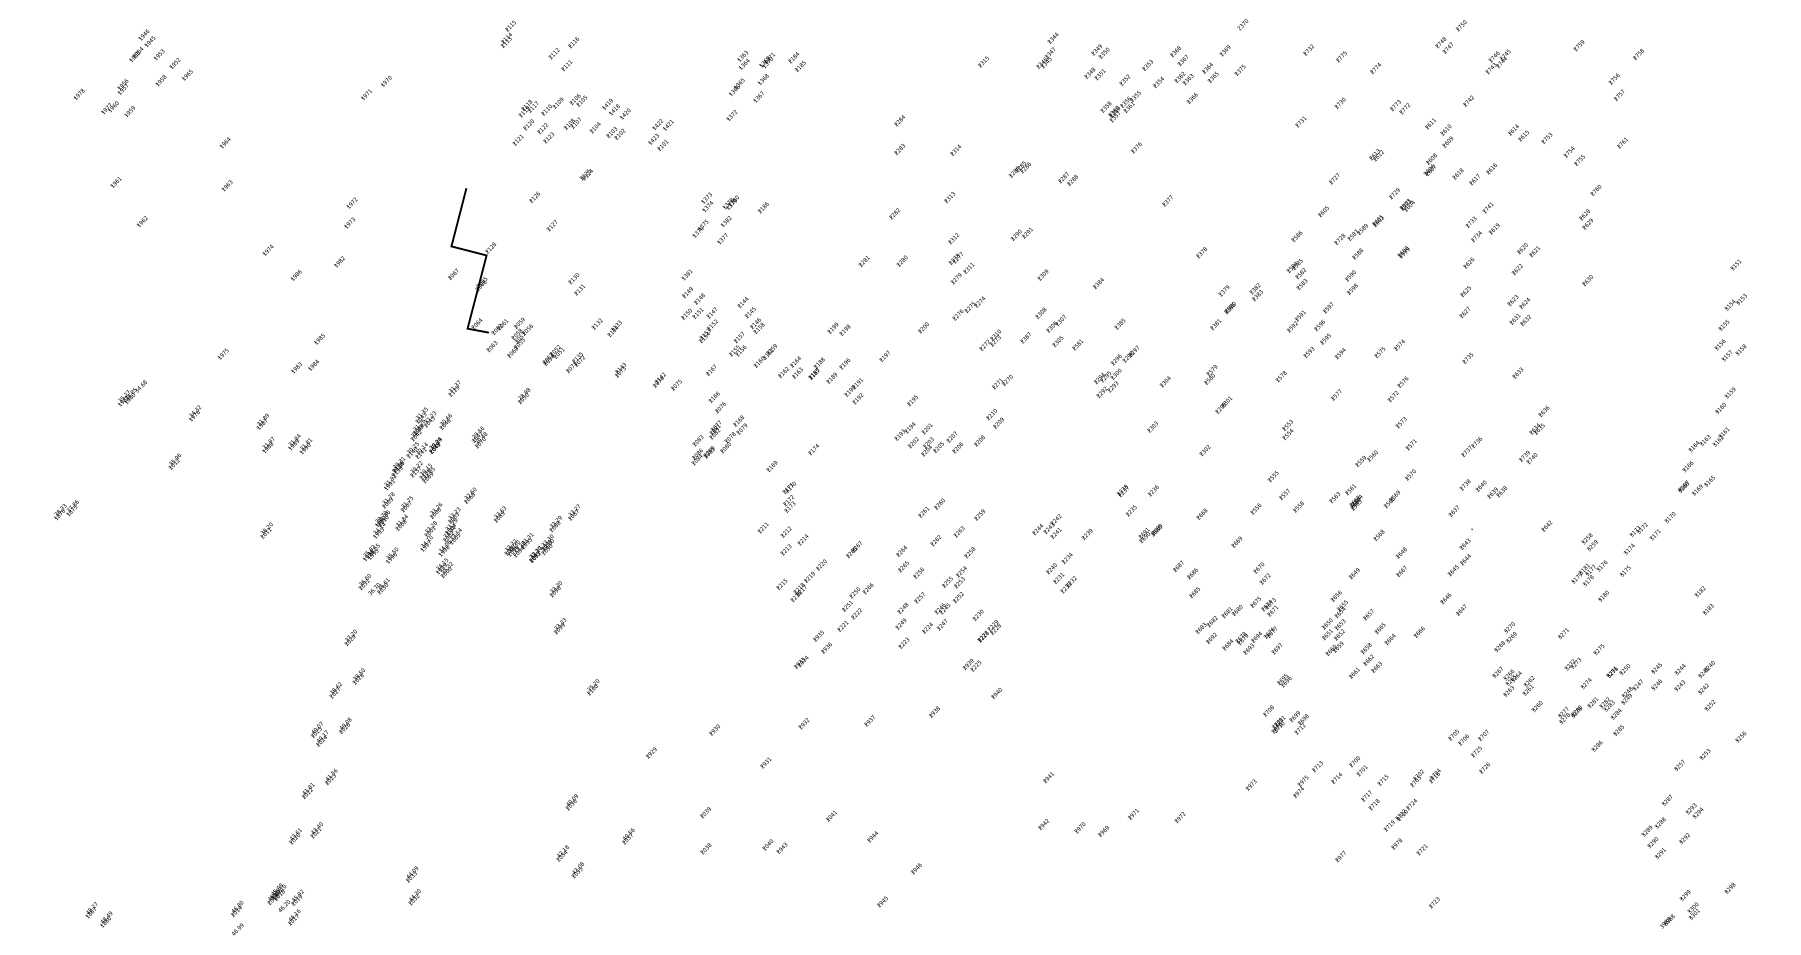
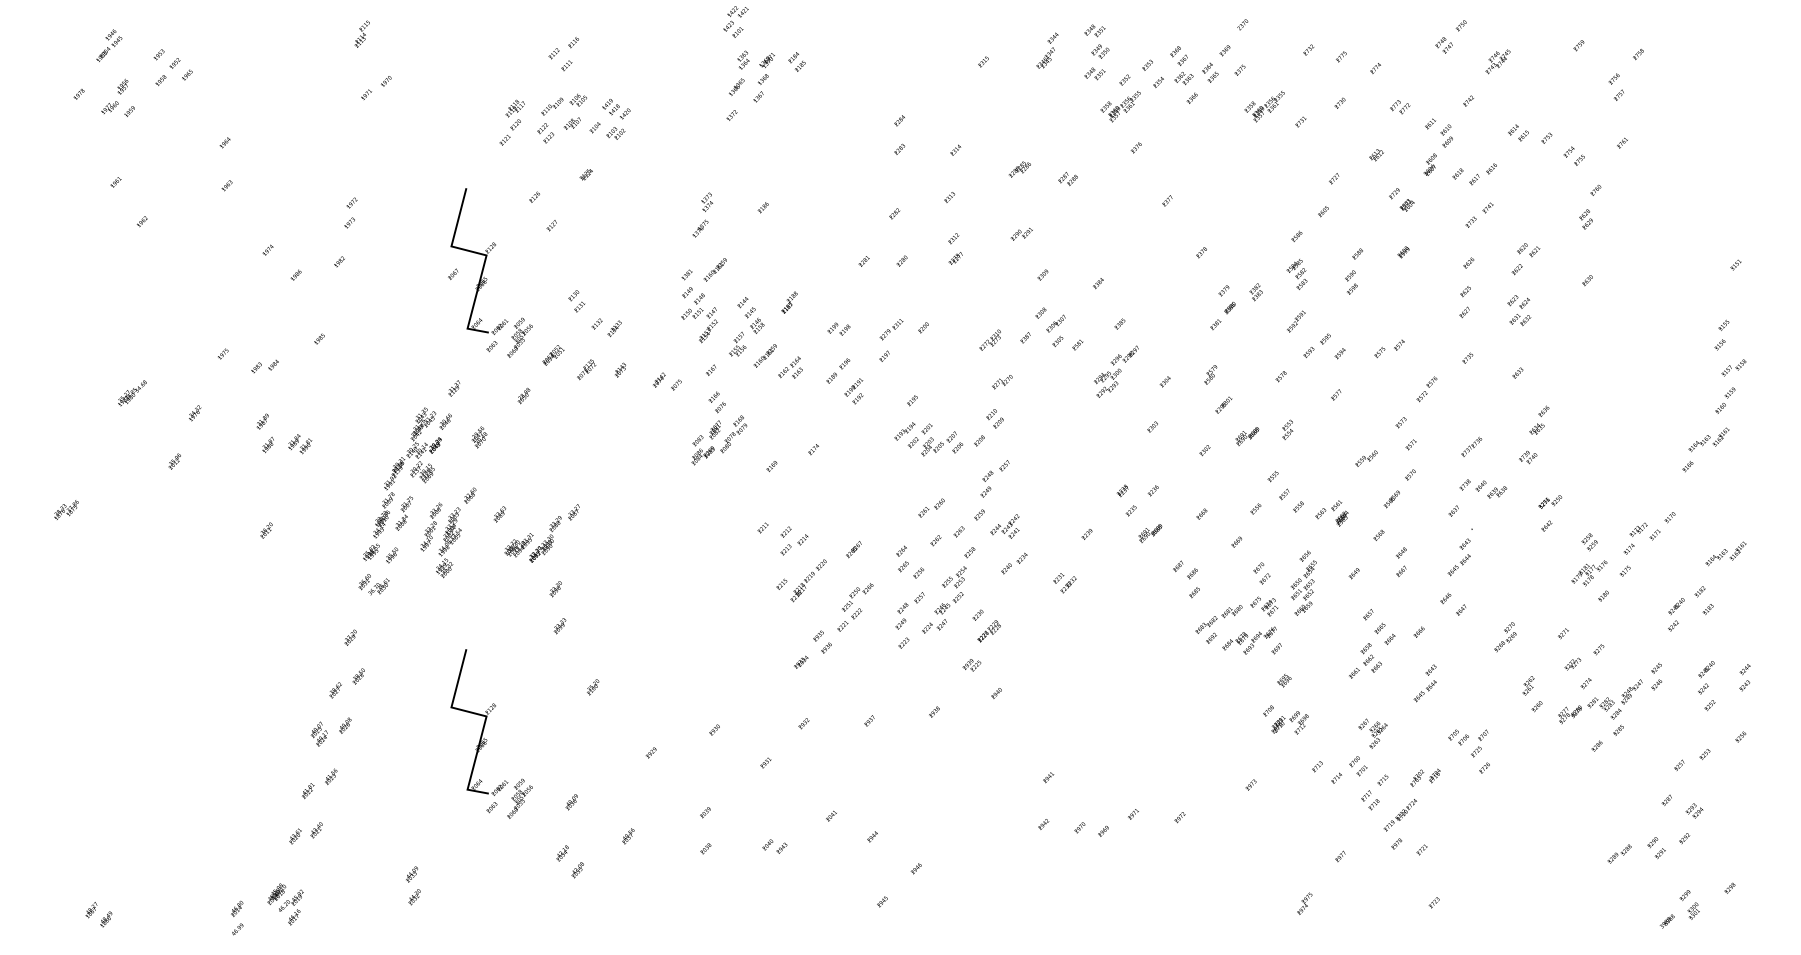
part at (1094, 30): none -> present
part at (507, 33) position: (507, 33) -> (361, 33)
part at (142, 45) position: (142, 45) -> (109, 45)
part at (1264, 106): none -> present
part at (524, 122) position: (524, 122) -> (511, 122)
part at (660, 134) position: (660, 134) -> (735, 21)
part at (727, 219): present -> none
part at (1358, 229): present -> none
part at (1485, 232): present -> none
part at (714, 269): none -> present
part at (962, 273) position: (962, 273) -> (891, 329)
part at (576, 284) position: (576, 284) -> (576, 301)
part at (1735, 302): present -> none
part at (968, 308): present -> none
part at (1323, 316): present -> none
part at (1733, 352) position: (1733, 352) -> (1733, 367)
part at (575, 362) position: (575, 362) -> (586, 369)
part at (304, 366) position: (304, 366) -> (264, 366)
part at (816, 368) position: (816, 368) -> (789, 302)
part at (1397, 389) position: (1397, 389) -> (1426, 389)
part at (1247, 436): none -> present
part at (994, 478): none -> present
part at (1696, 485): present -> none
part at (788, 496): present -> none
part at (1345, 497) position: (1345, 497) -> (1331, 513)
part at (1046, 526) position: (1046, 526) -> (1004, 526)
part at (1725, 553): none -> present
part at (1059, 563) position: (1059, 563) -> (1014, 563)
part at (1676, 614): none -> present
part at (1334, 622) position: (1334, 622) -> (1303, 582)
part at (1618, 670) position: (1618, 670) -> (1550, 501)
part at (1679, 677) position: (1679, 677) -> (1744, 677)
part at (1506, 681) position: (1506, 681) -> (1372, 733)
part at (1424, 683): none -> present
part at (486, 739): none -> present
part at (1300, 786) position: (1300, 786) -> (1304, 903)
part at (1653, 826) position: (1653, 826) -> (1619, 853)
